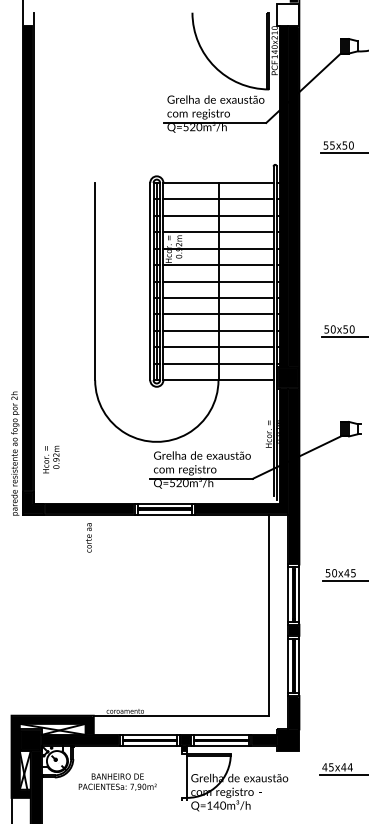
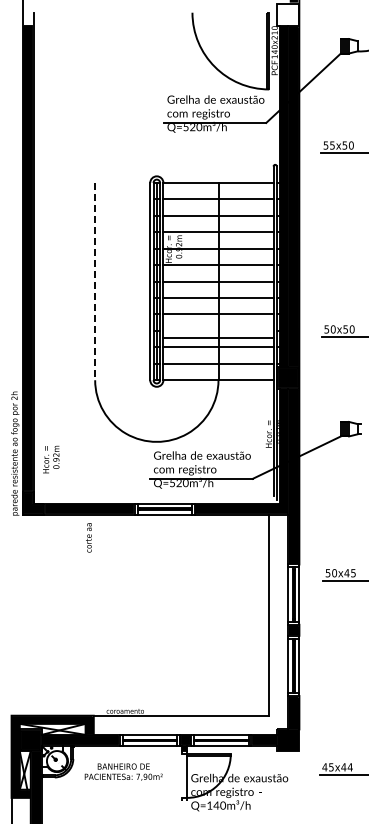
line at (95, 281): solid -> dashed
line at (218, 330) position: (218, 330) -> (218, 337)
text at (117, 781) position: (117, 781) -> (123, 771)
